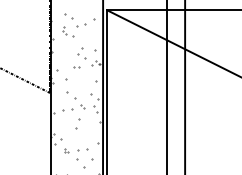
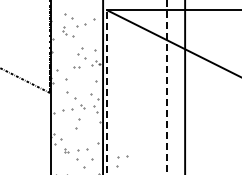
line at (166, 87): solid -> dashed
line at (107, 92): solid -> dashed
part at (122, 161): none -> present
